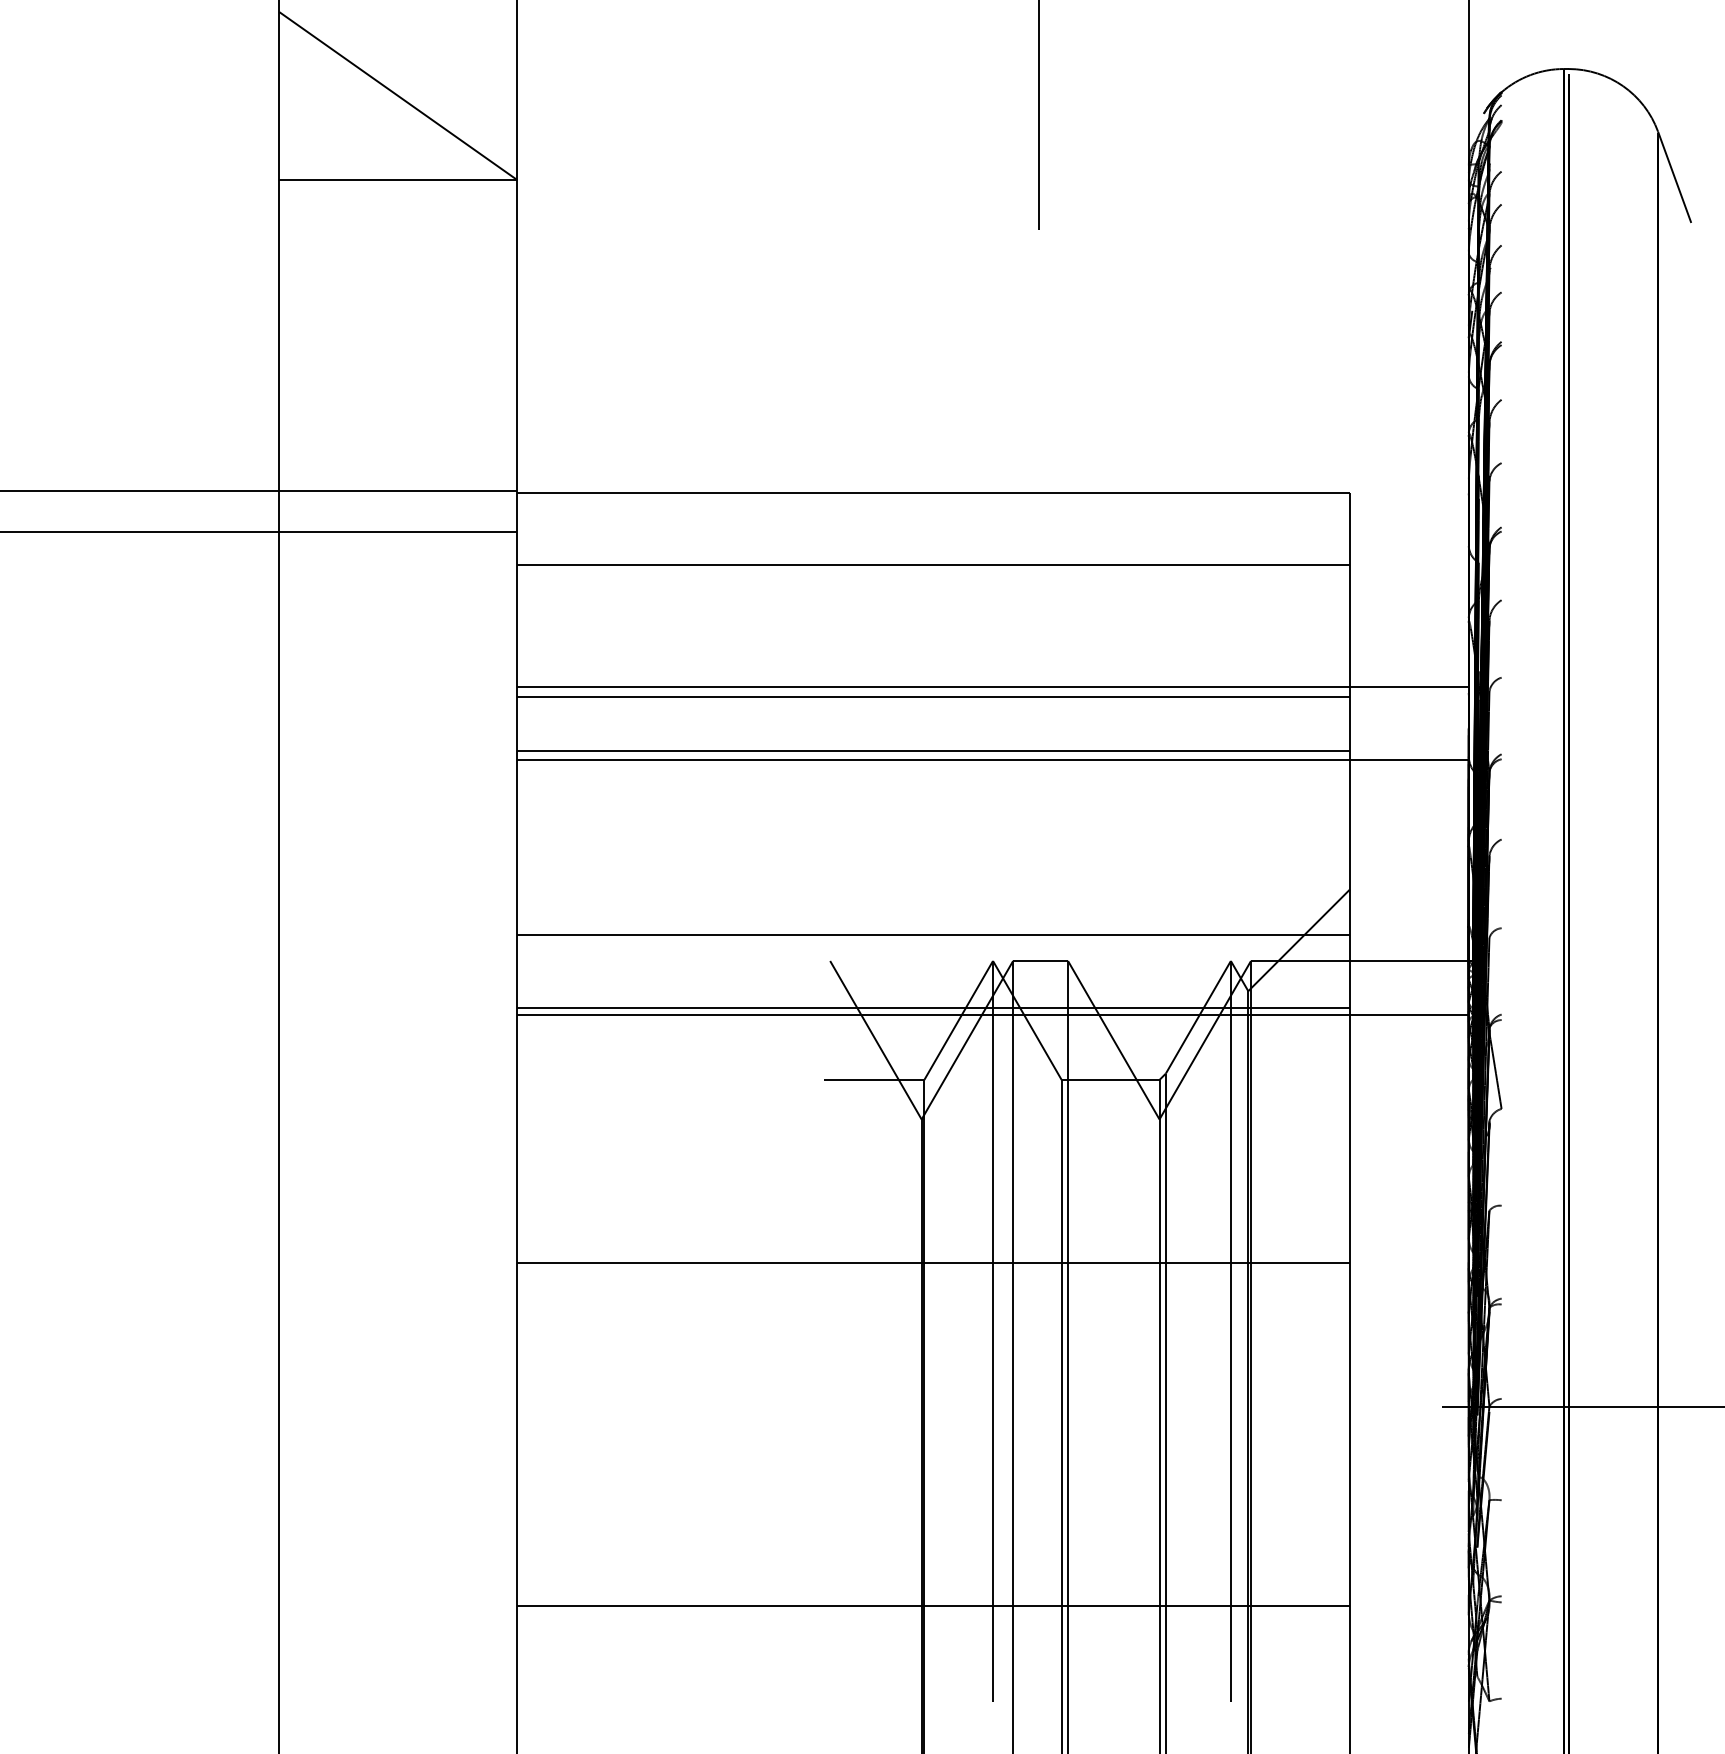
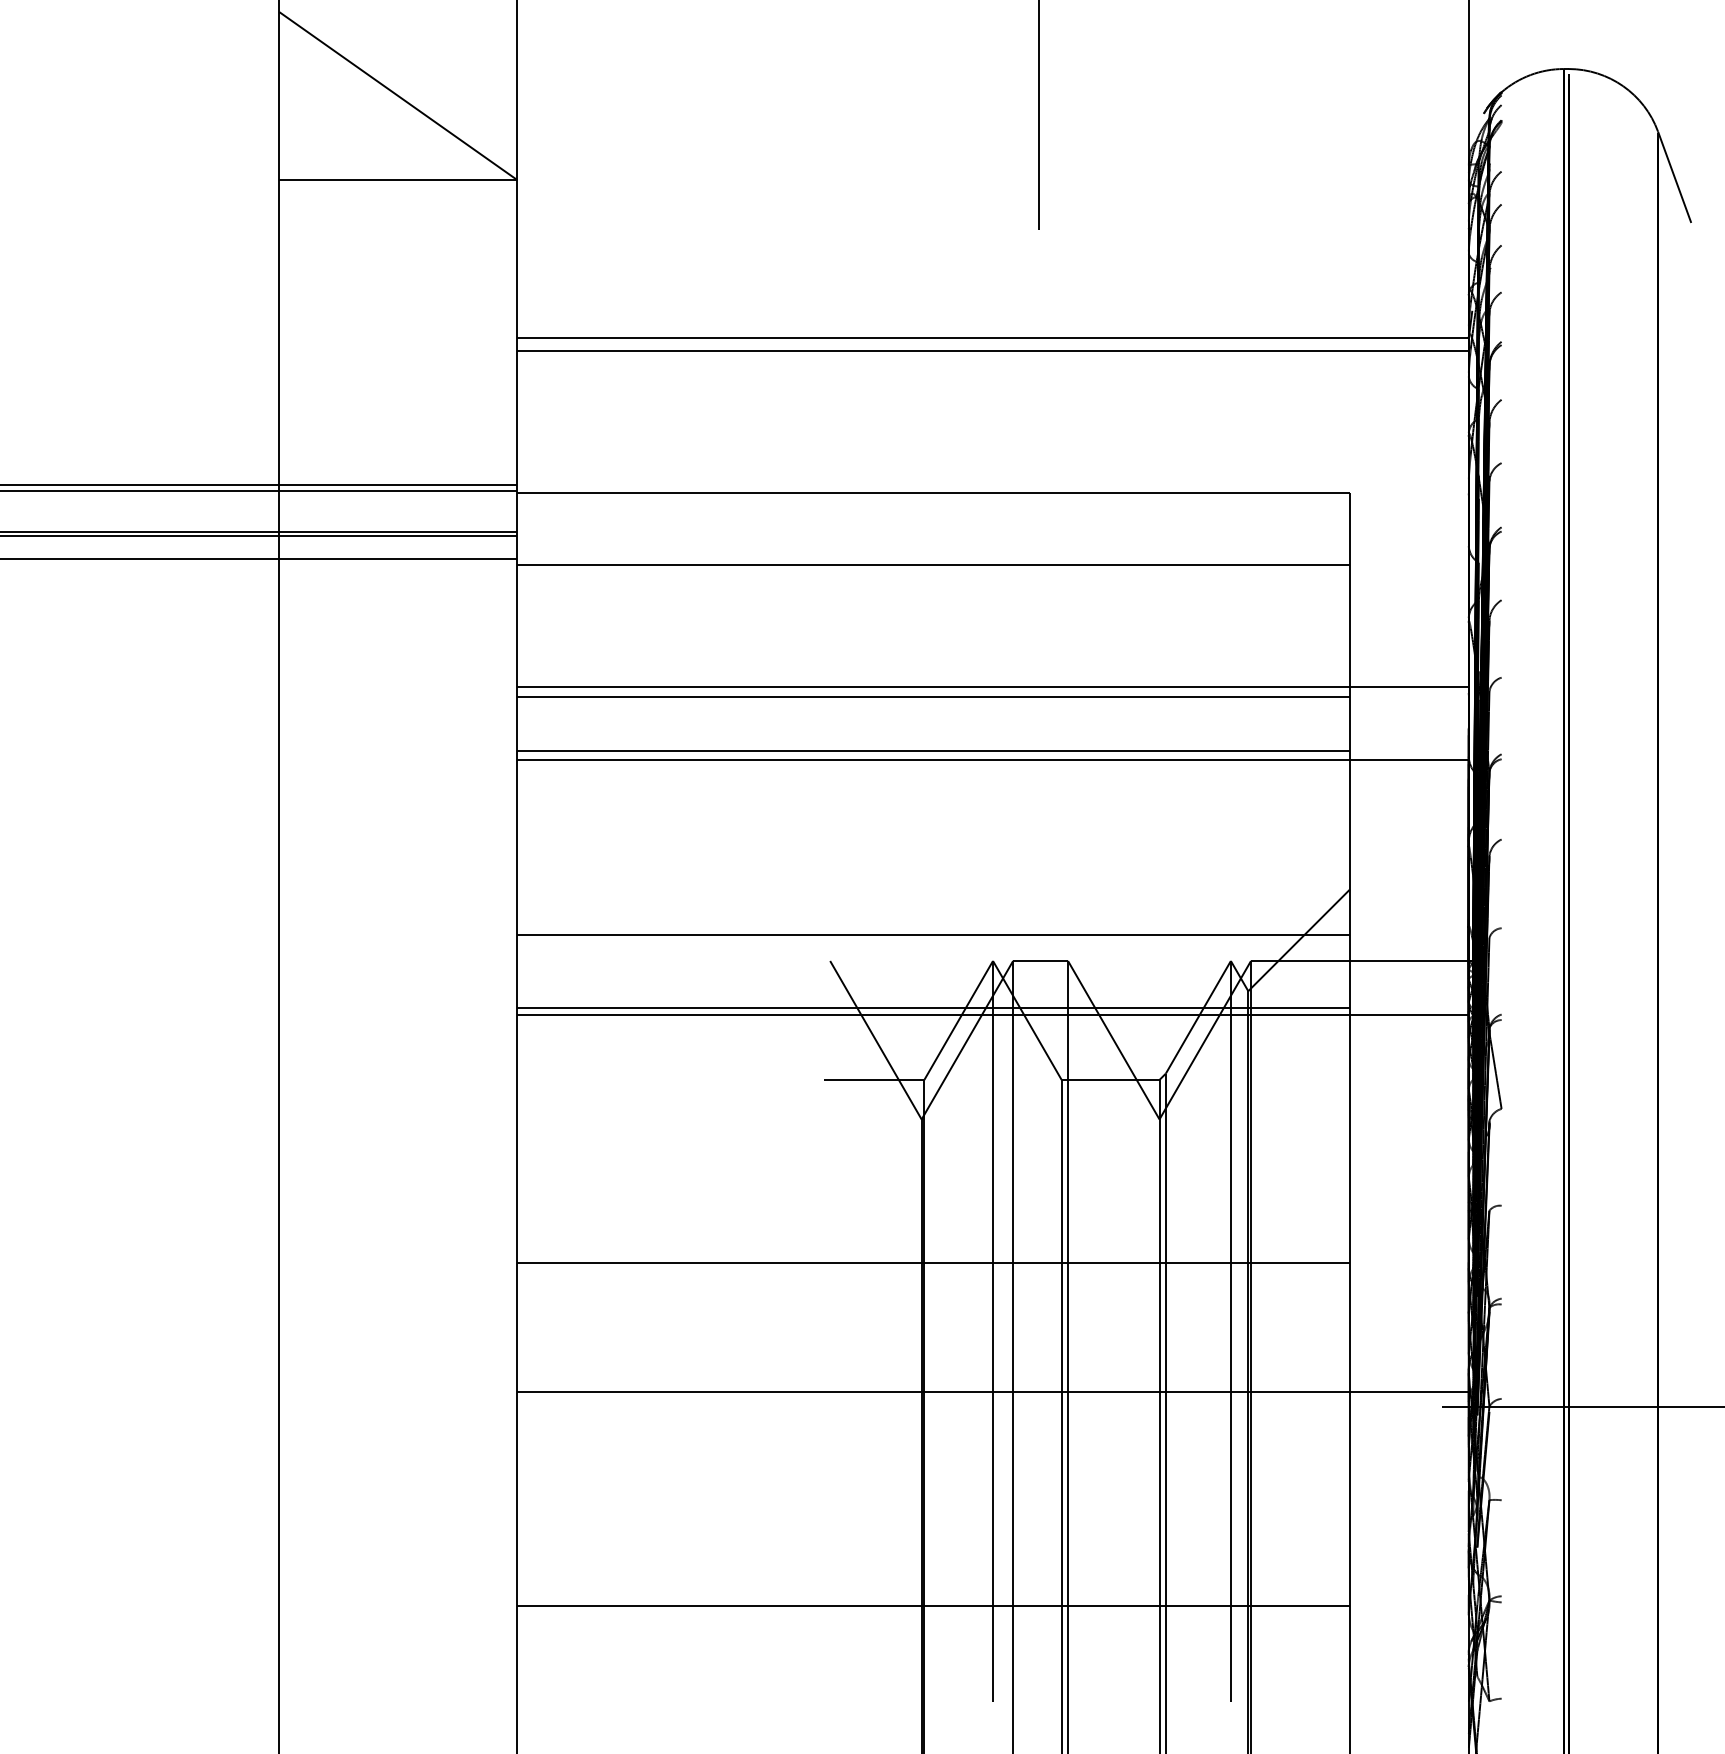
line at (992, 337): none -> present
line at (992, 351): none -> present
line at (259, 485): none -> present
line at (259, 536): none -> present
line at (259, 558): none -> present
line at (992, 1391): none -> present
